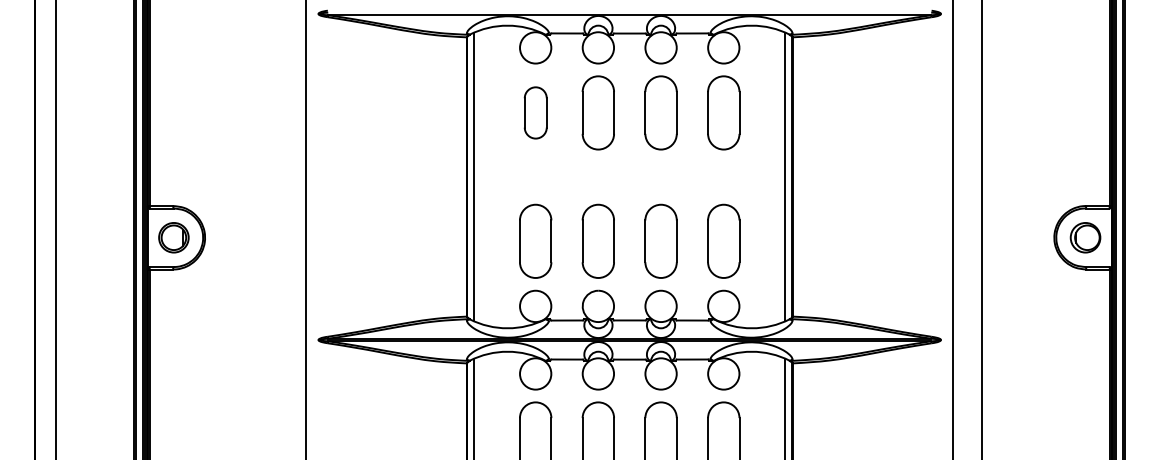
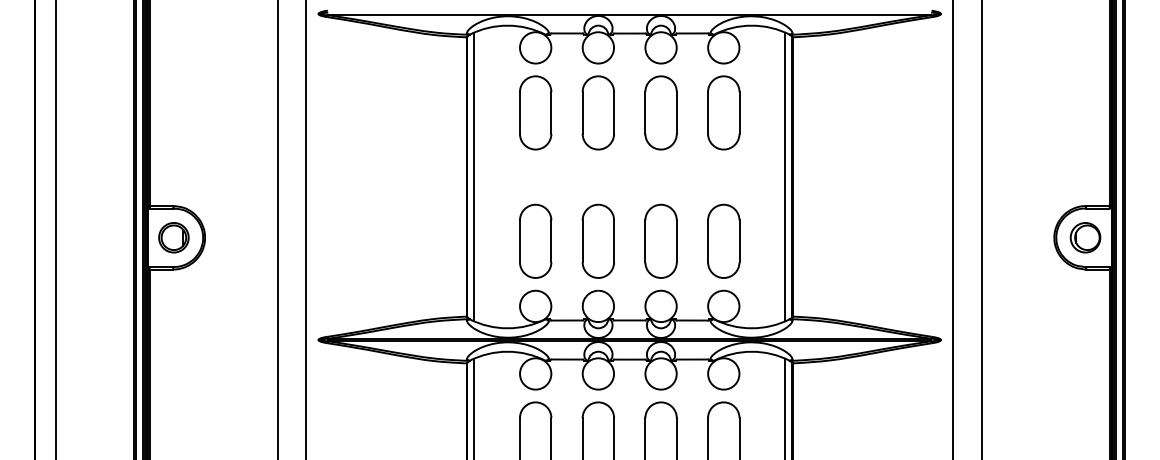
part at (535, 112) size: 25x54 px -> 34x76 px
line at (277, 229): none -> present
